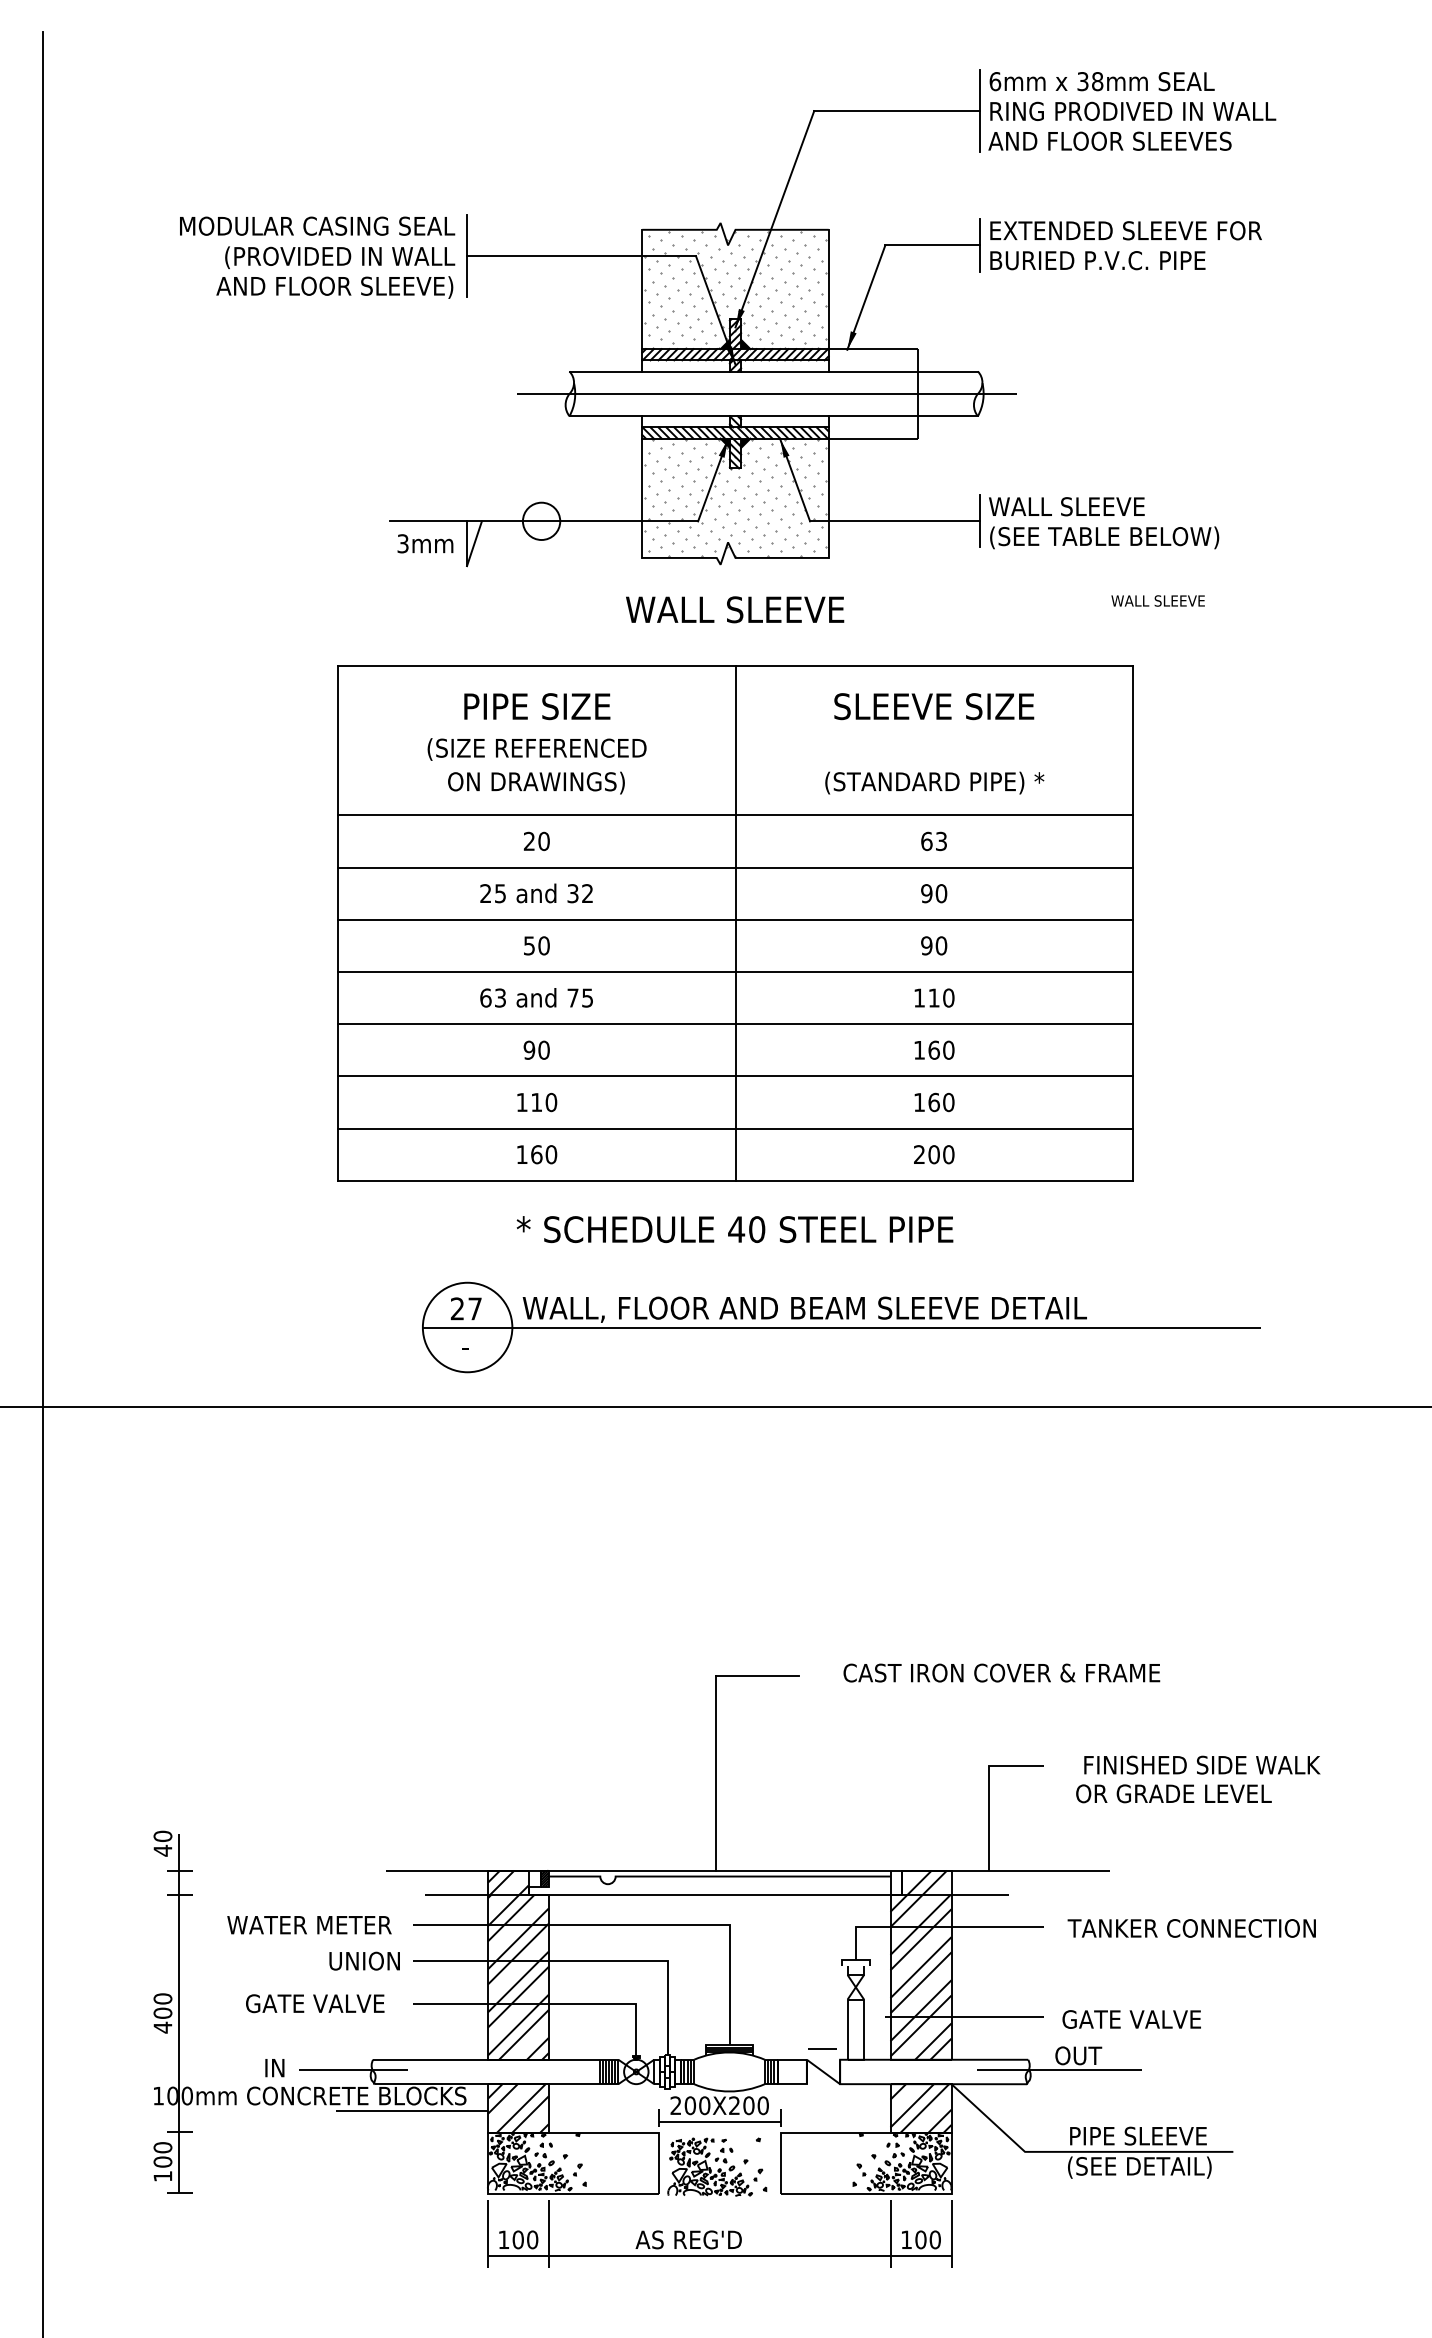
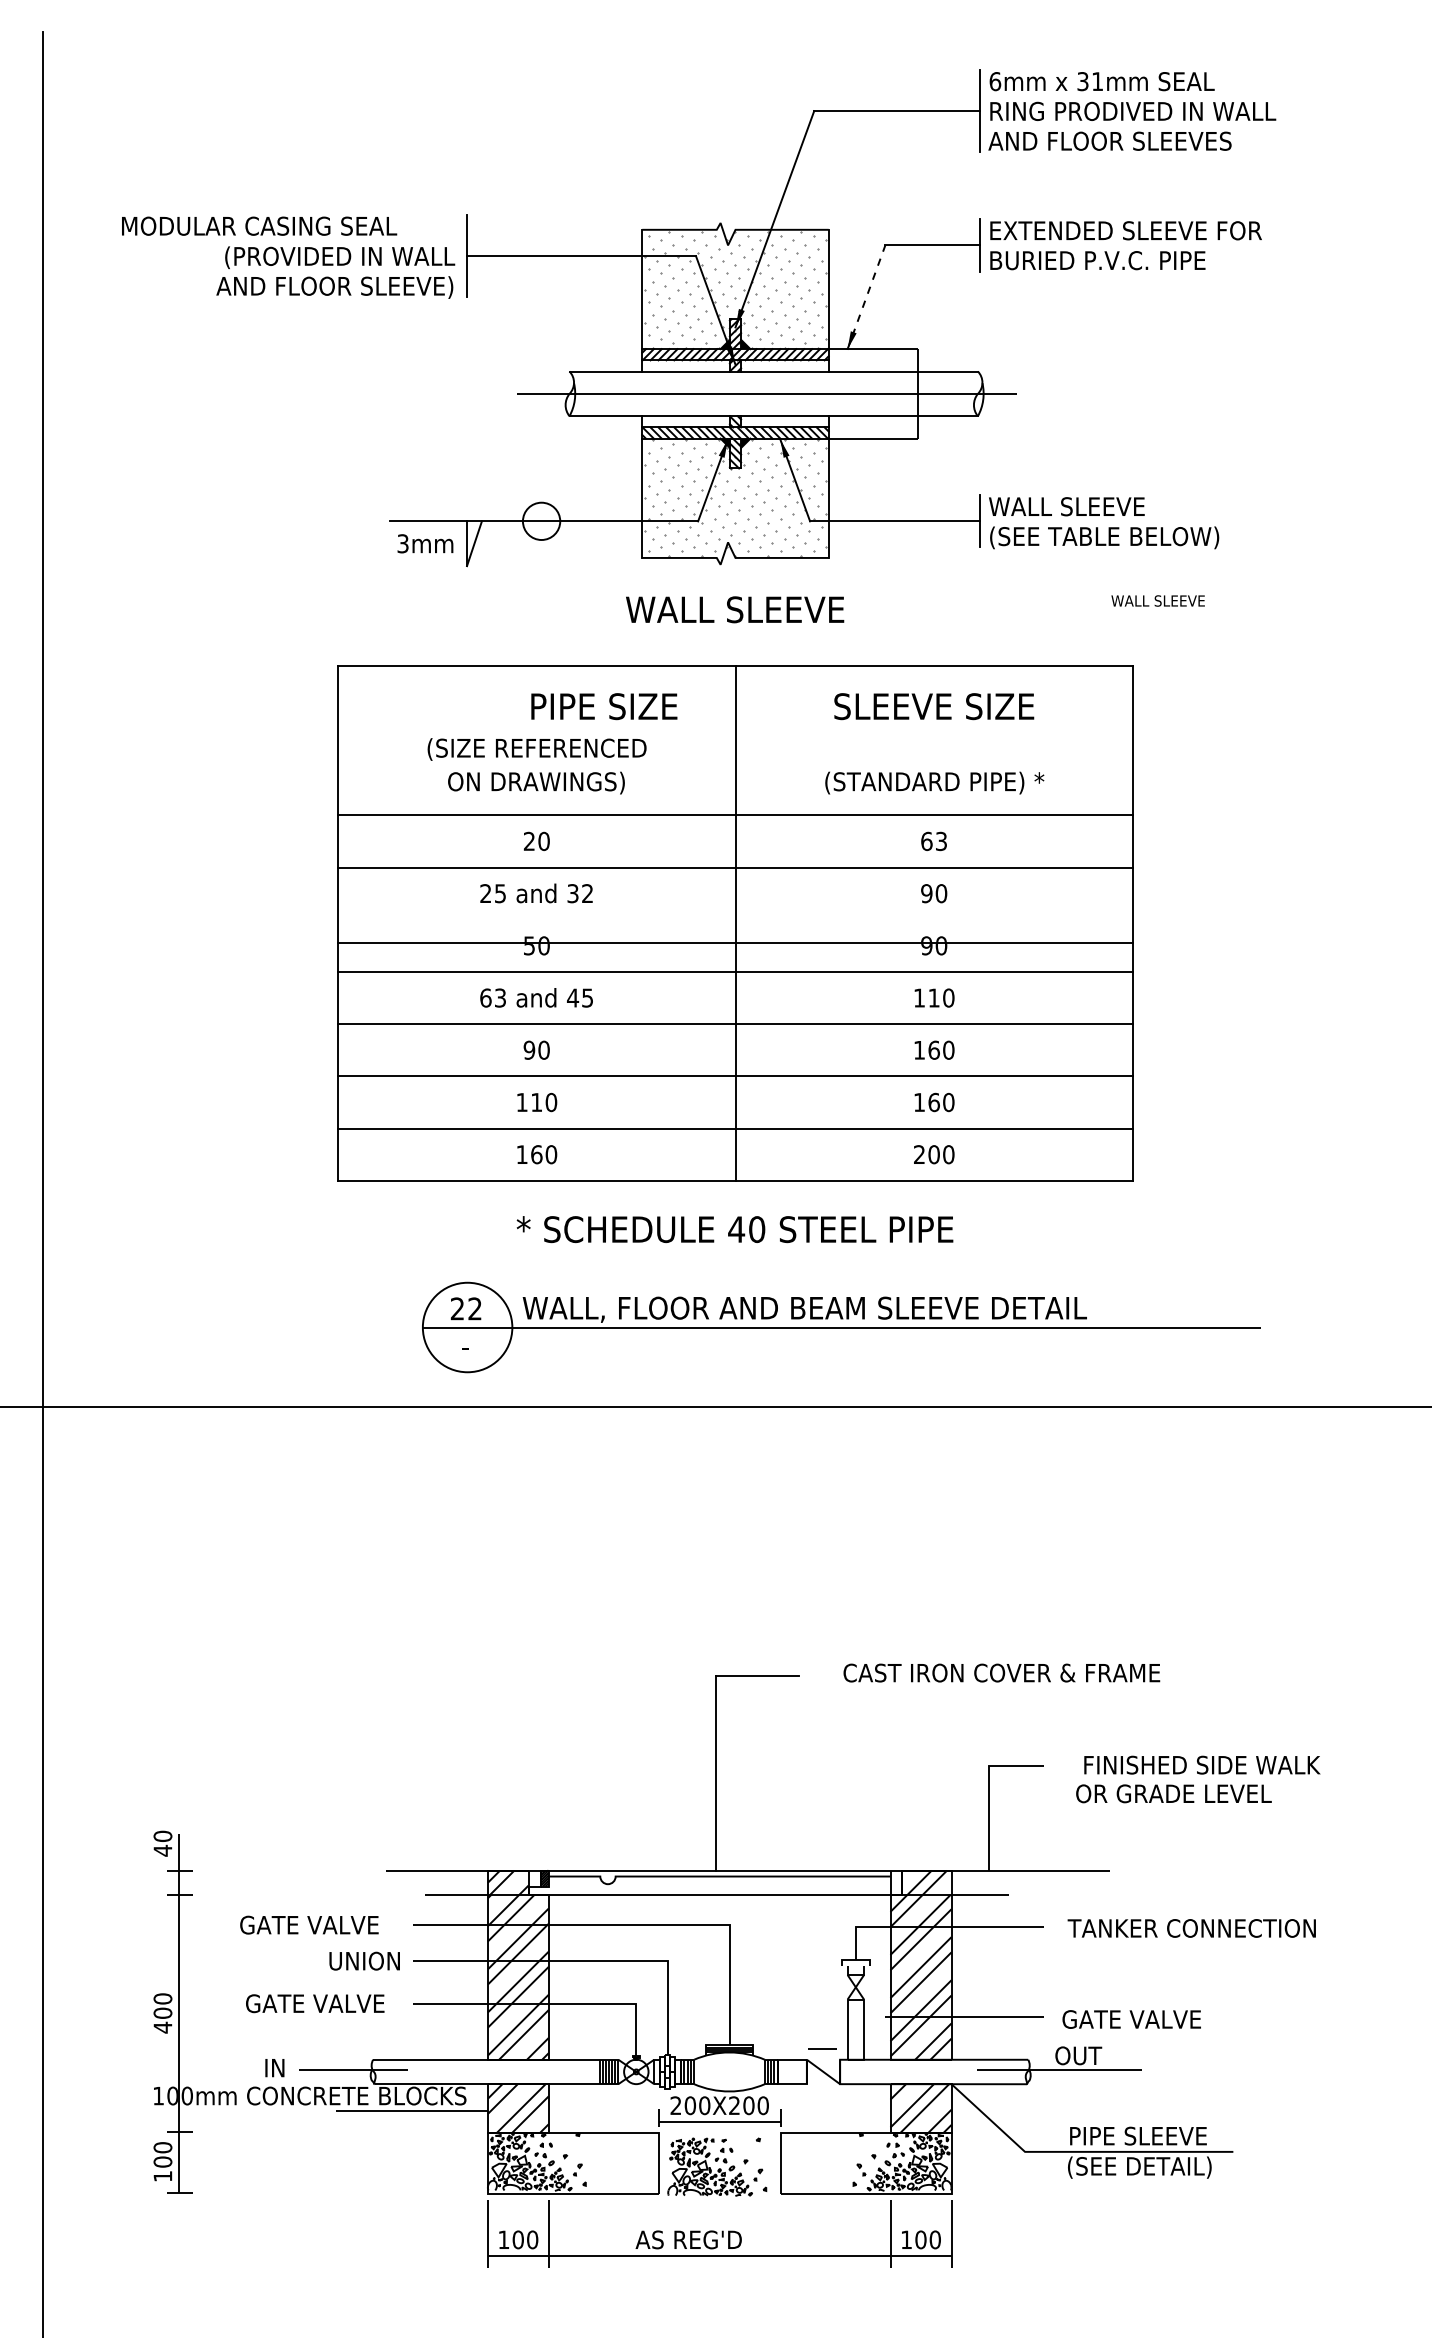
text at (1097, 81): 38mm -> 31mm
text at (317, 225) position: (317, 225) -> (259, 225)
line at (866, 297): solid -> dashed
text at (537, 706) position: (537, 706) -> (604, 706)
line at (735, 919) position: (735, 919) -> (735, 942)
text at (573, 997): 75 -> 45
text at (474, 1308): 27 -> 22
text at (309, 1924): WATER METER -> GATE VALVE
